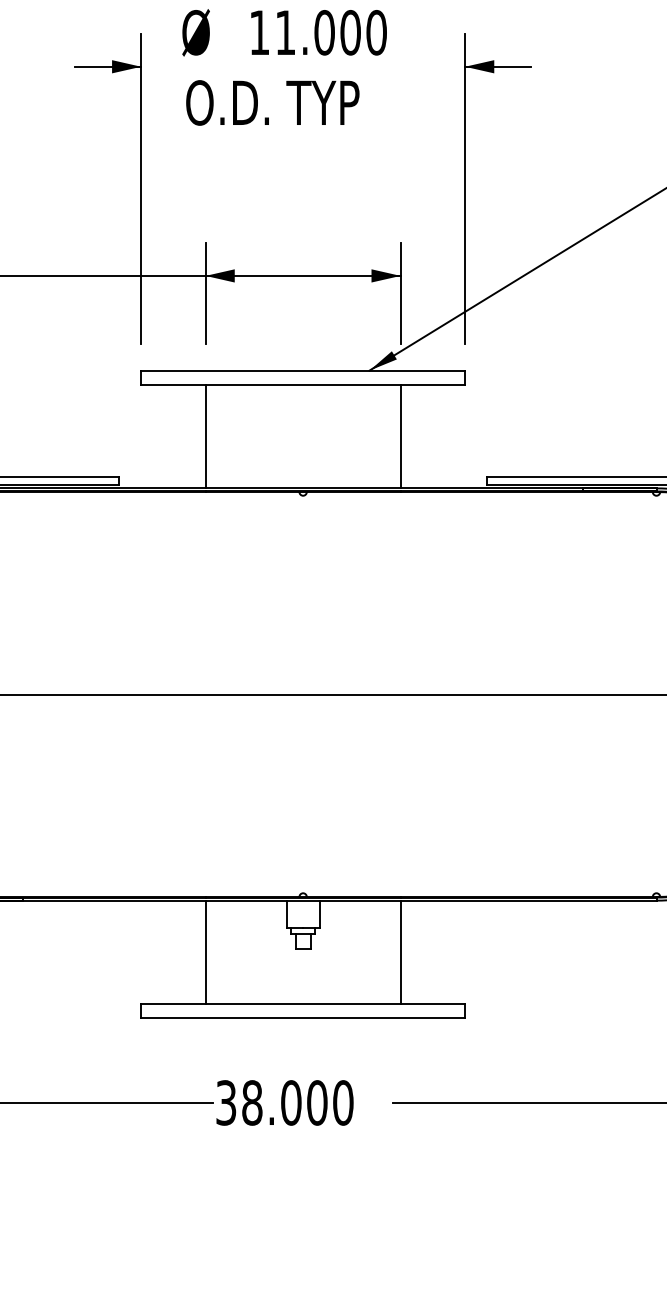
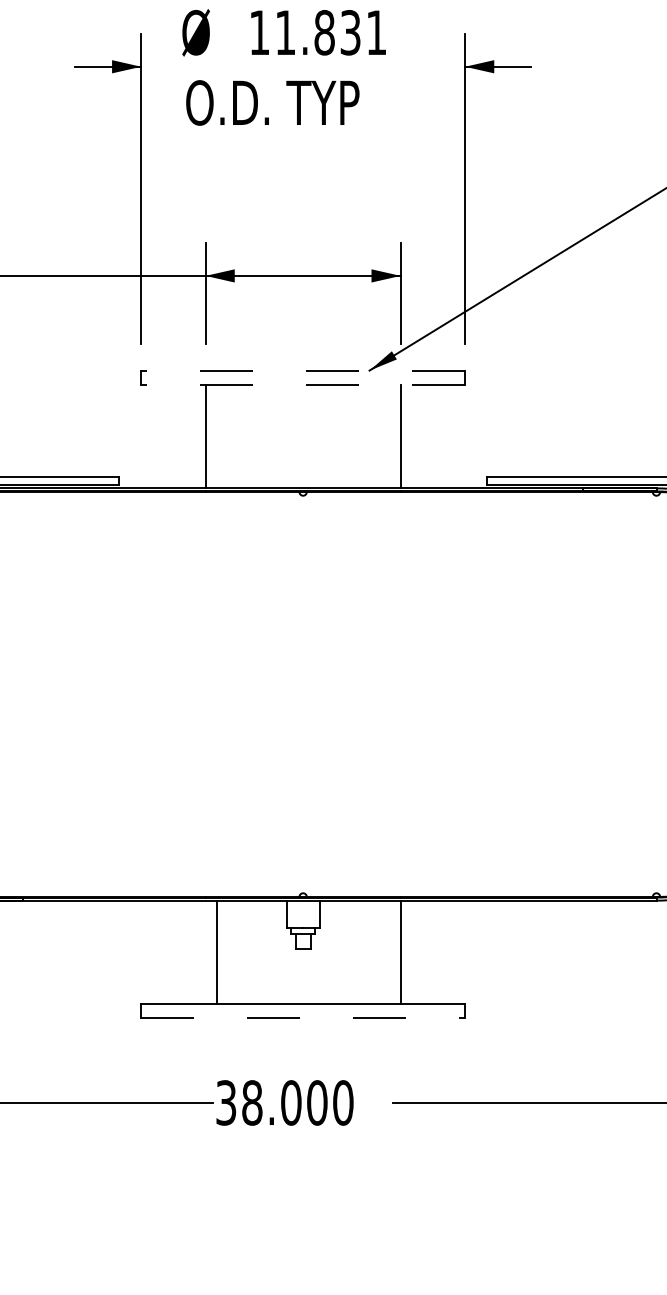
text at (350, 32): 11.000 -> 11.831
line at (303, 370): solid -> dashed
line at (303, 385): solid -> dashed
line at (332, 694): present -> none
line at (205, 951) position: (205, 951) -> (216, 951)
line at (303, 1018): solid -> dashed
